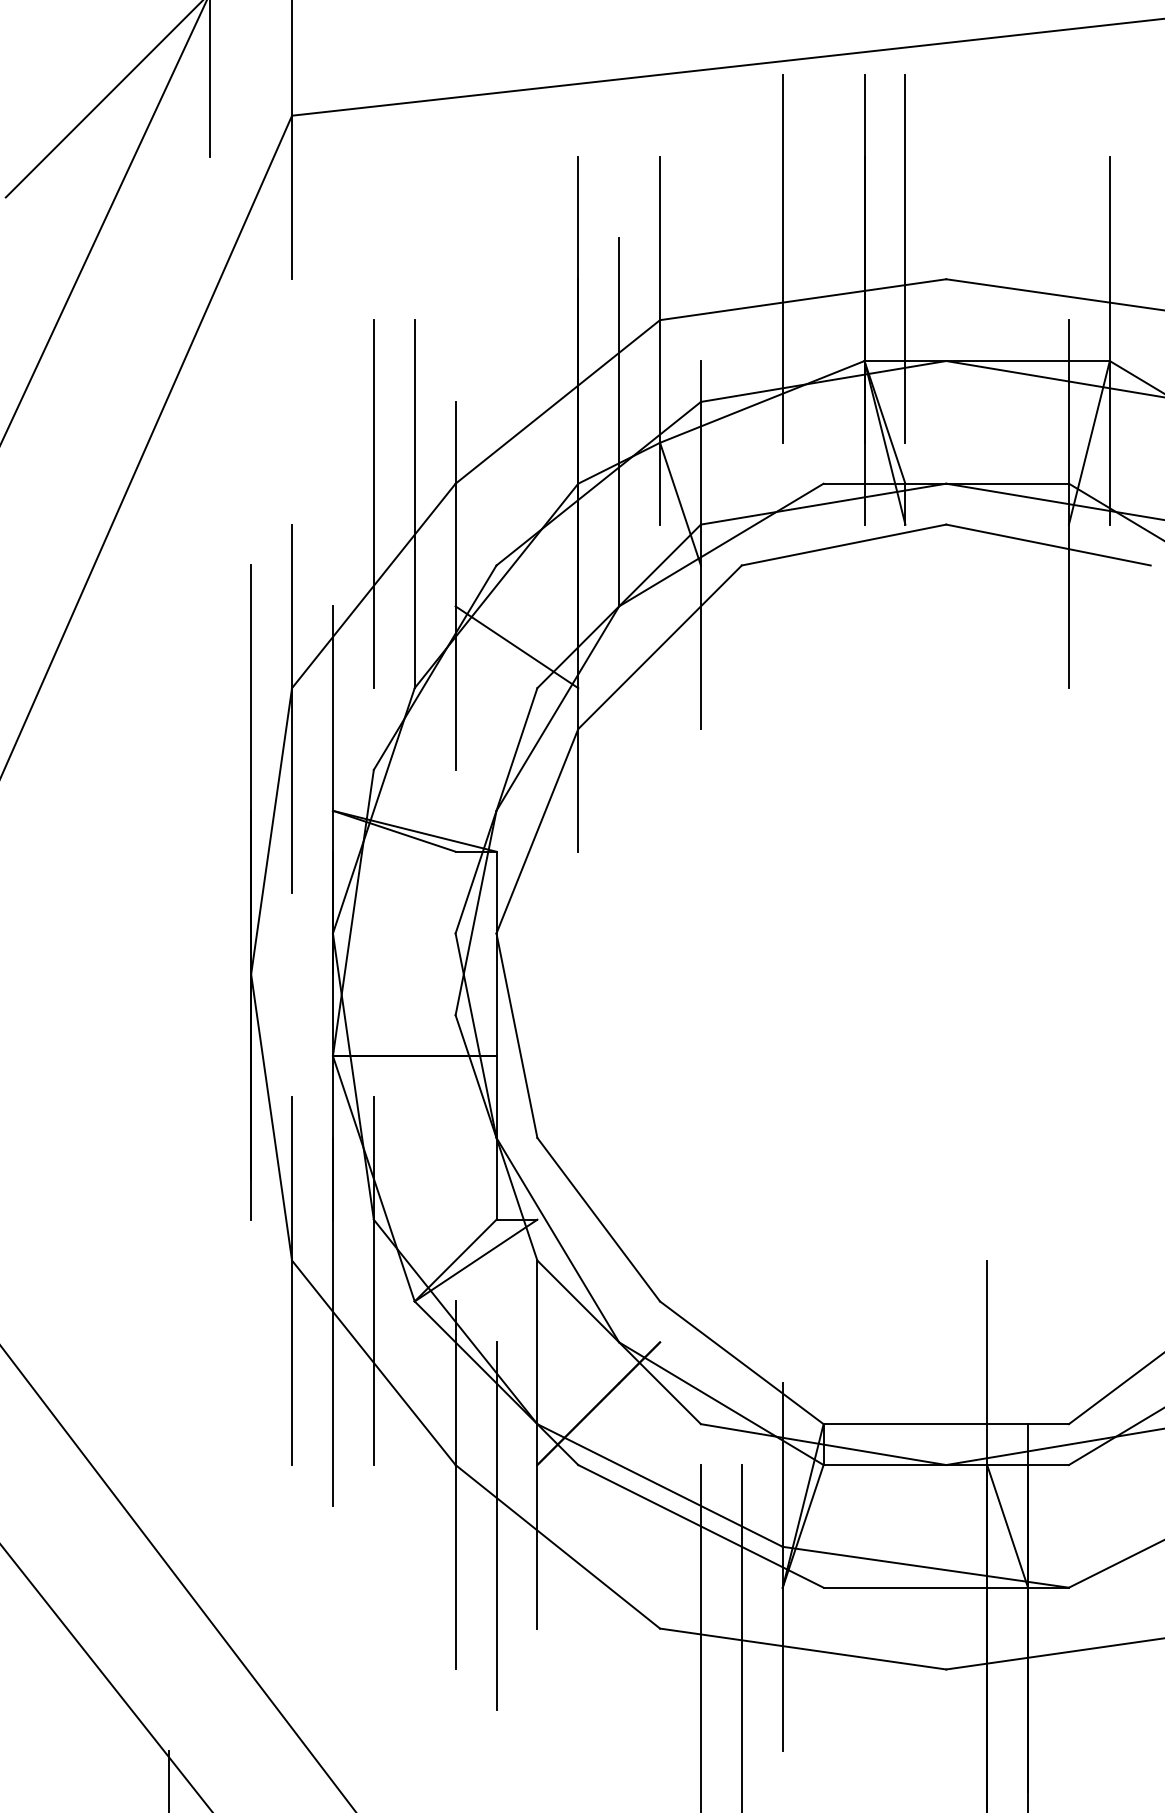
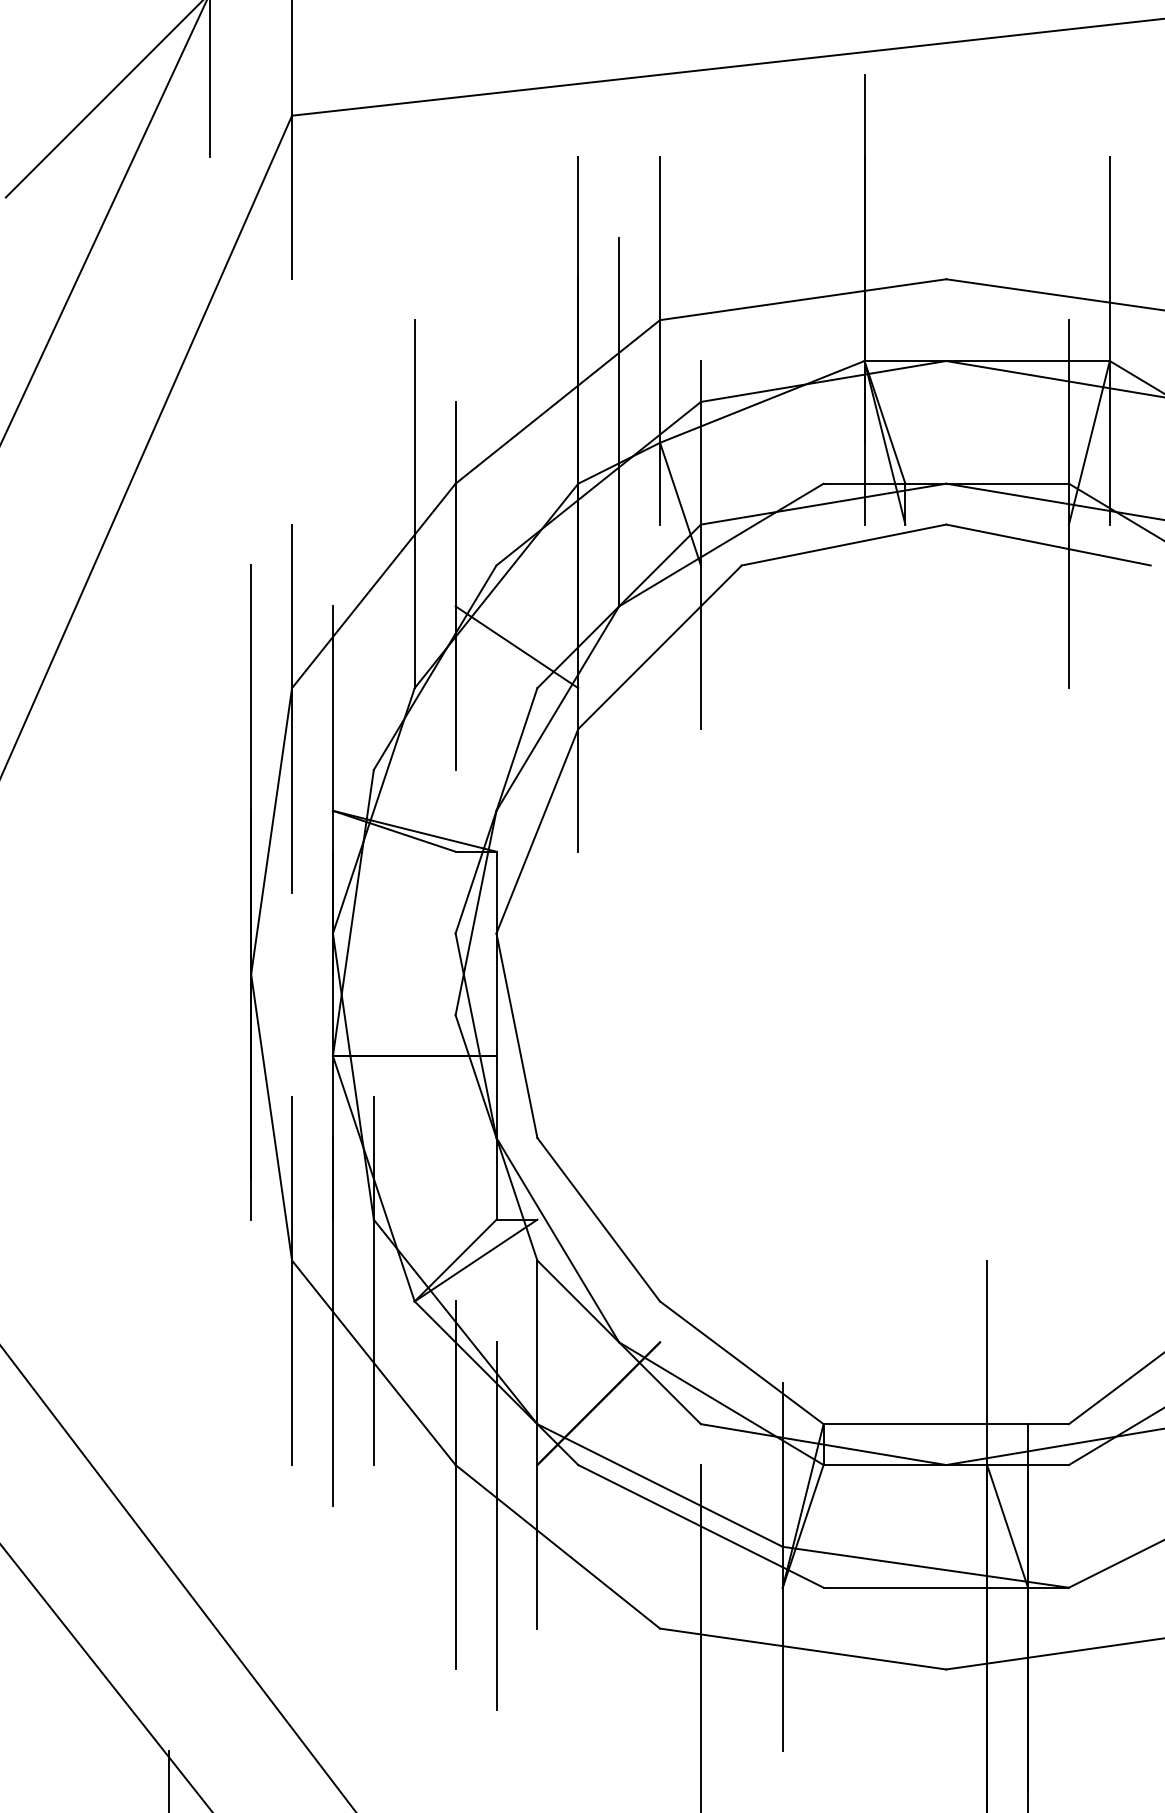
line at (782, 258): present -> none
line at (905, 258): present -> none
line at (373, 504): present -> none
line at (741, 1637): present -> none
